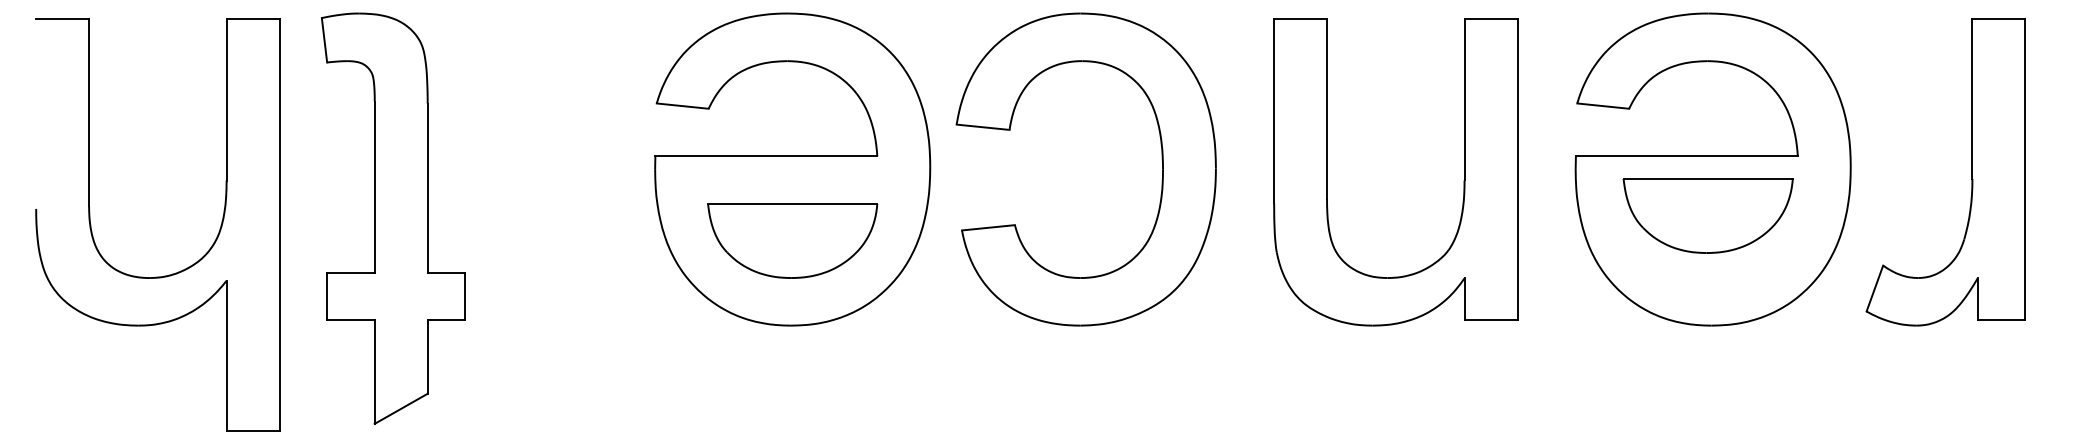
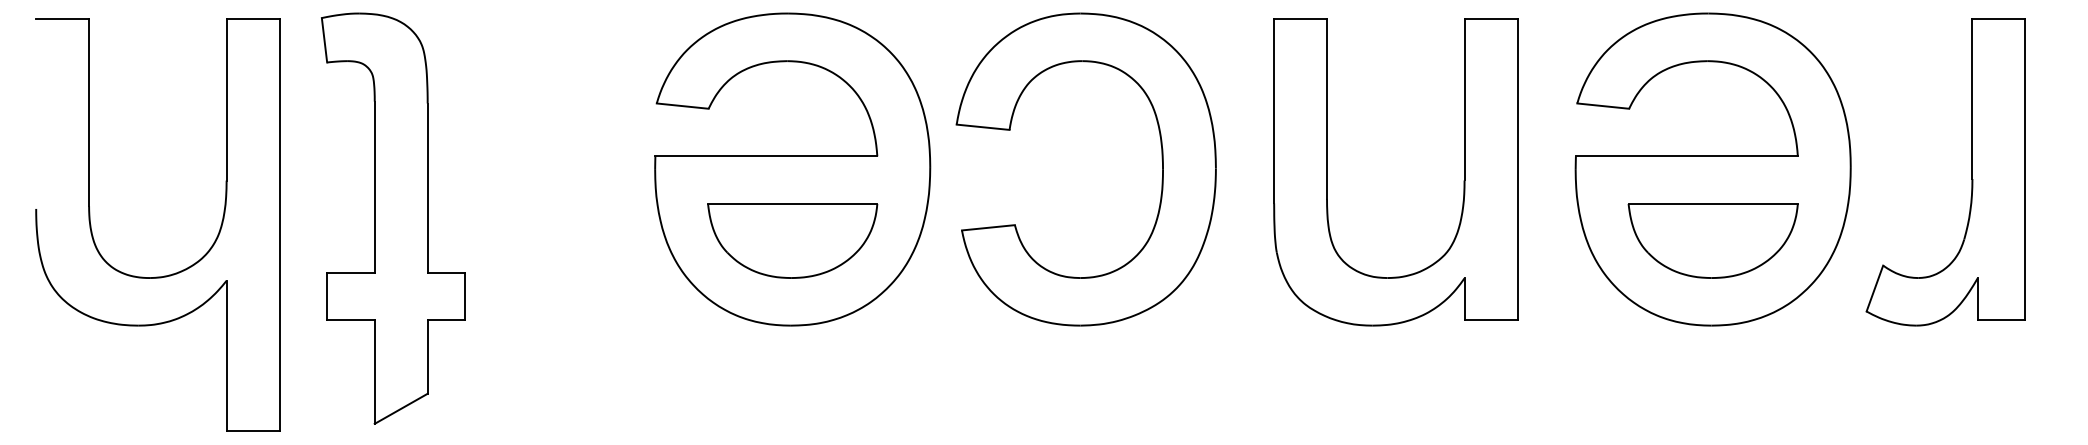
part at (1707, 215) position: (1707, 215) -> (1712, 240)
